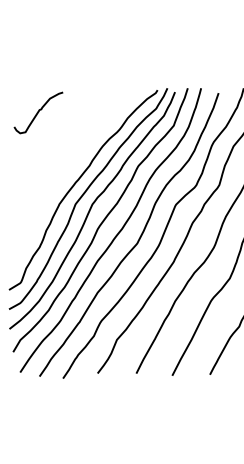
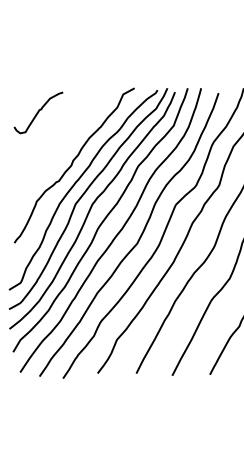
curve at (72, 165): none -> present
